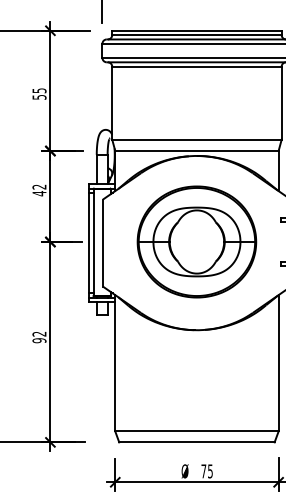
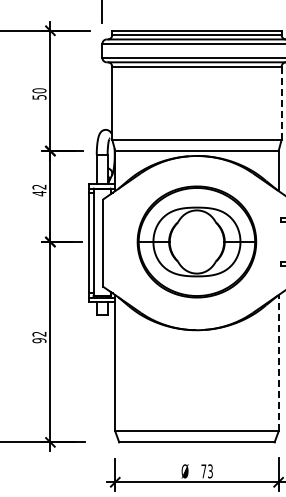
text at (39, 90): 55 -> 50
line at (281, 102): solid -> dashed
line at (278, 362): solid -> dashed
text at (210, 470): 75 -> 73
